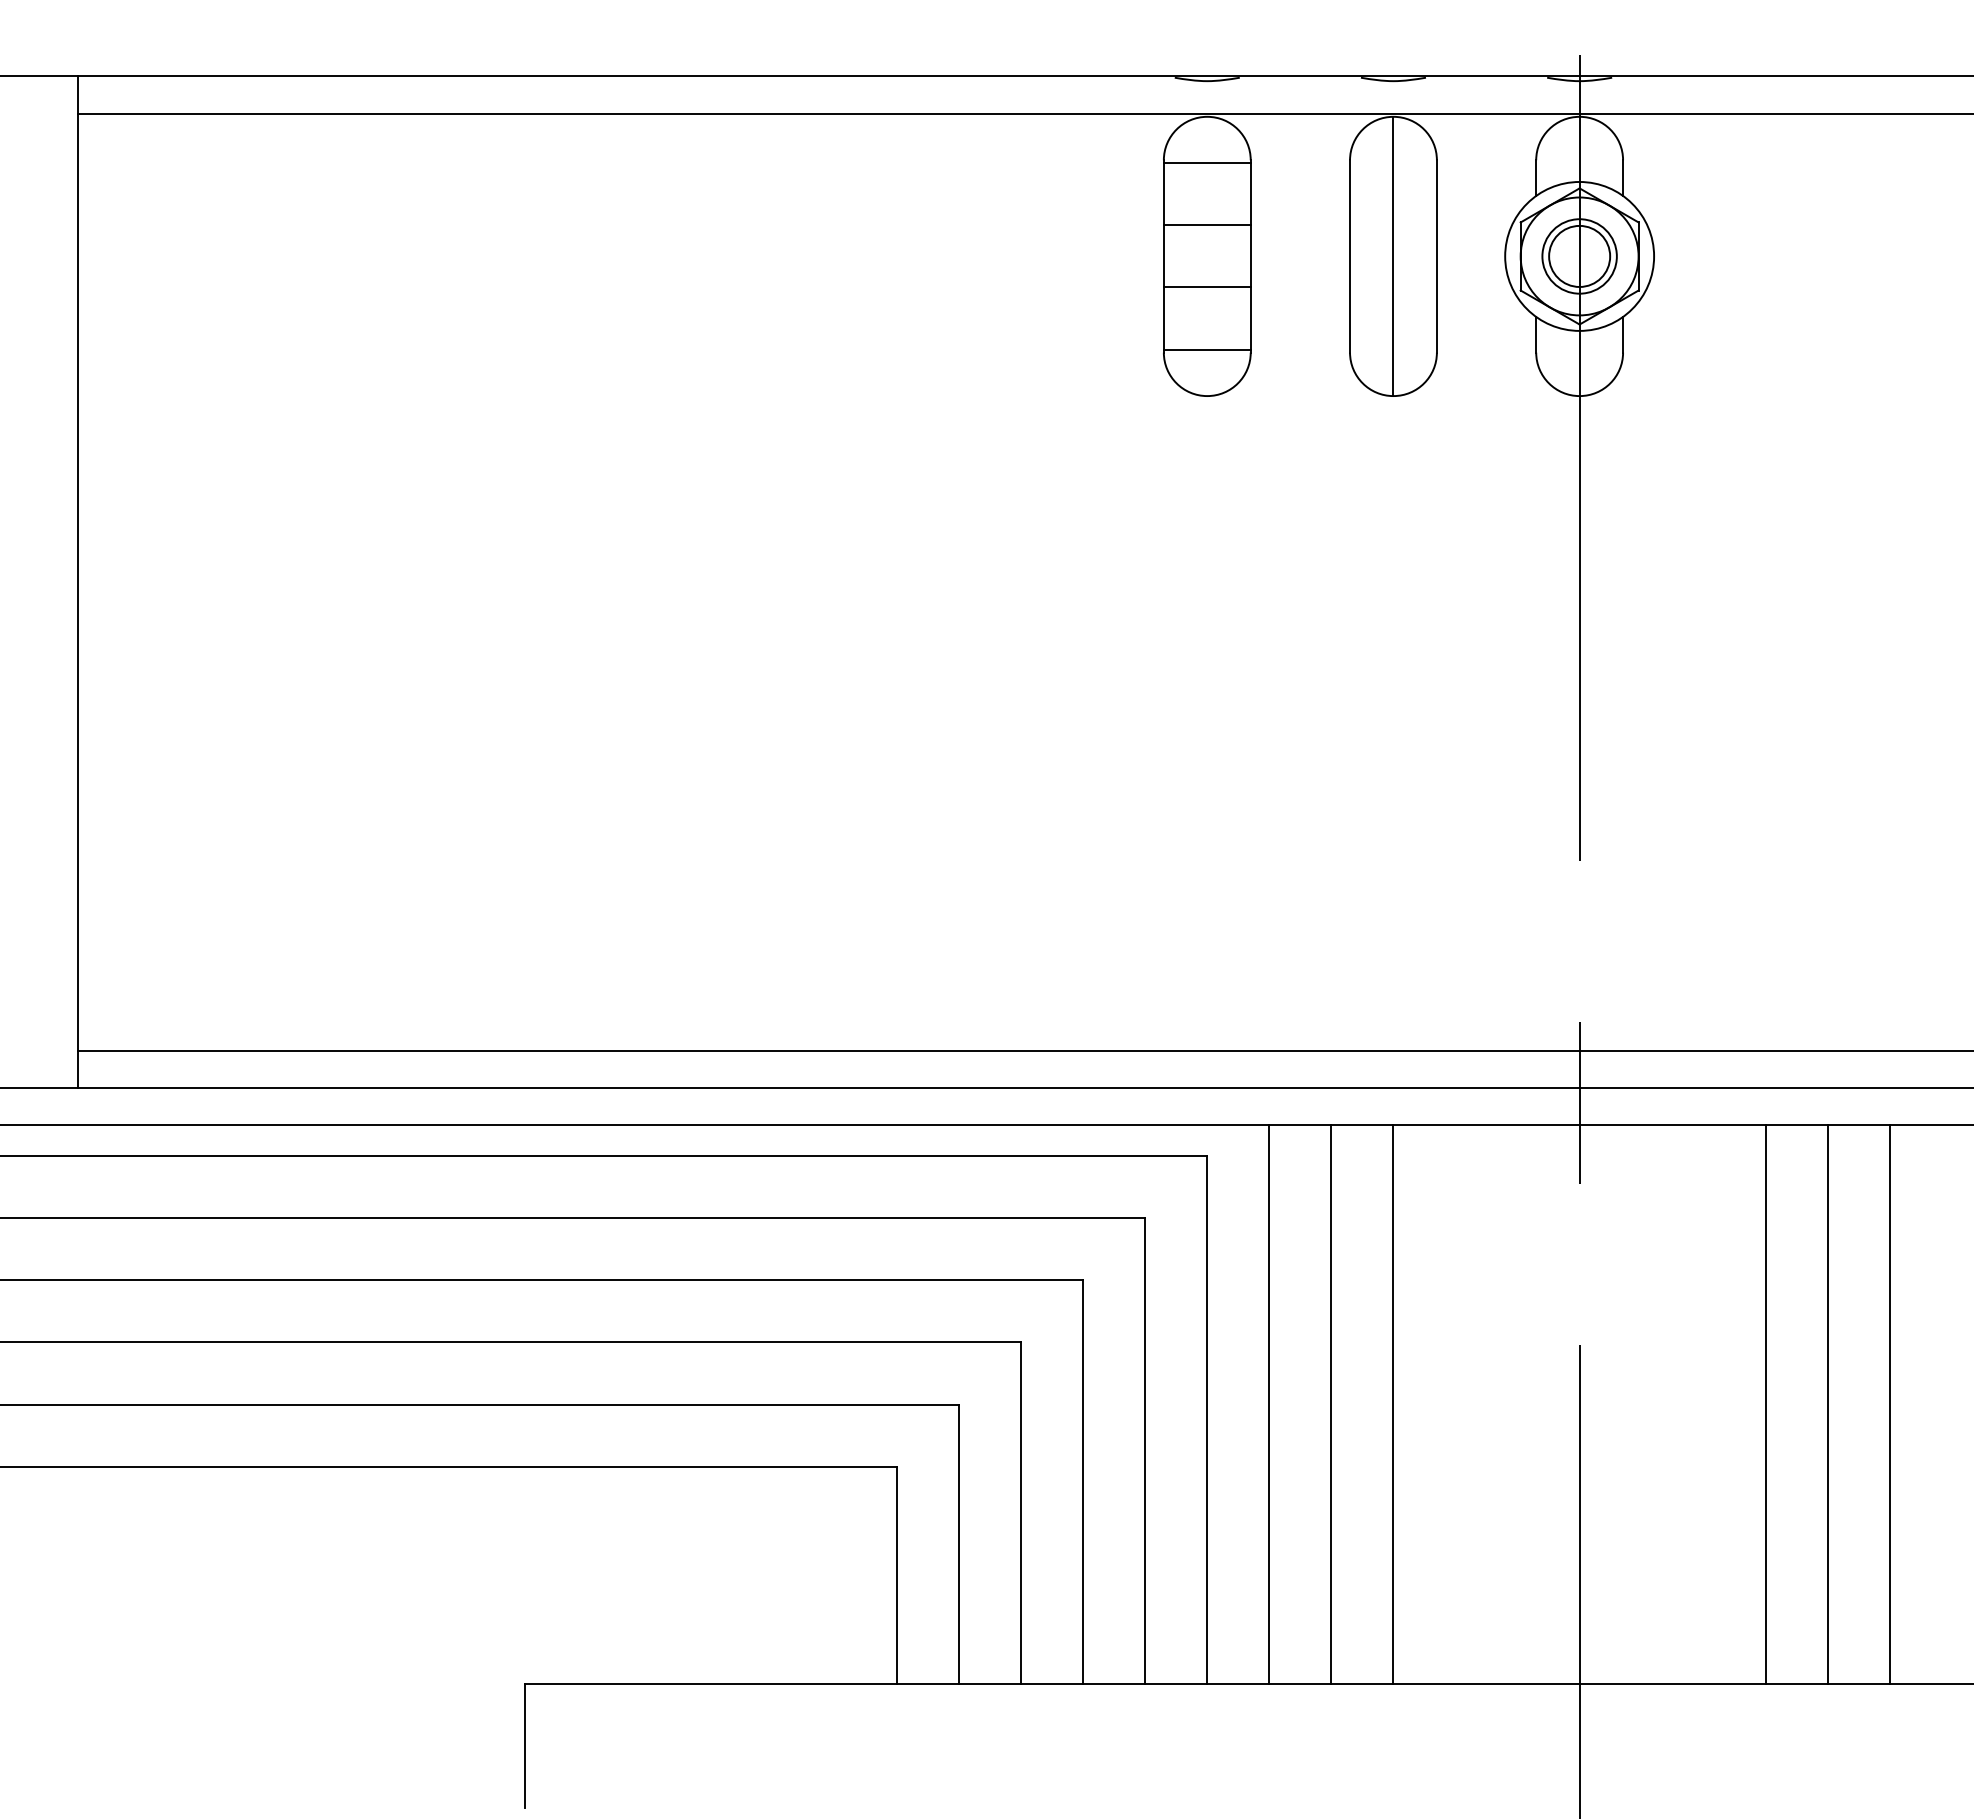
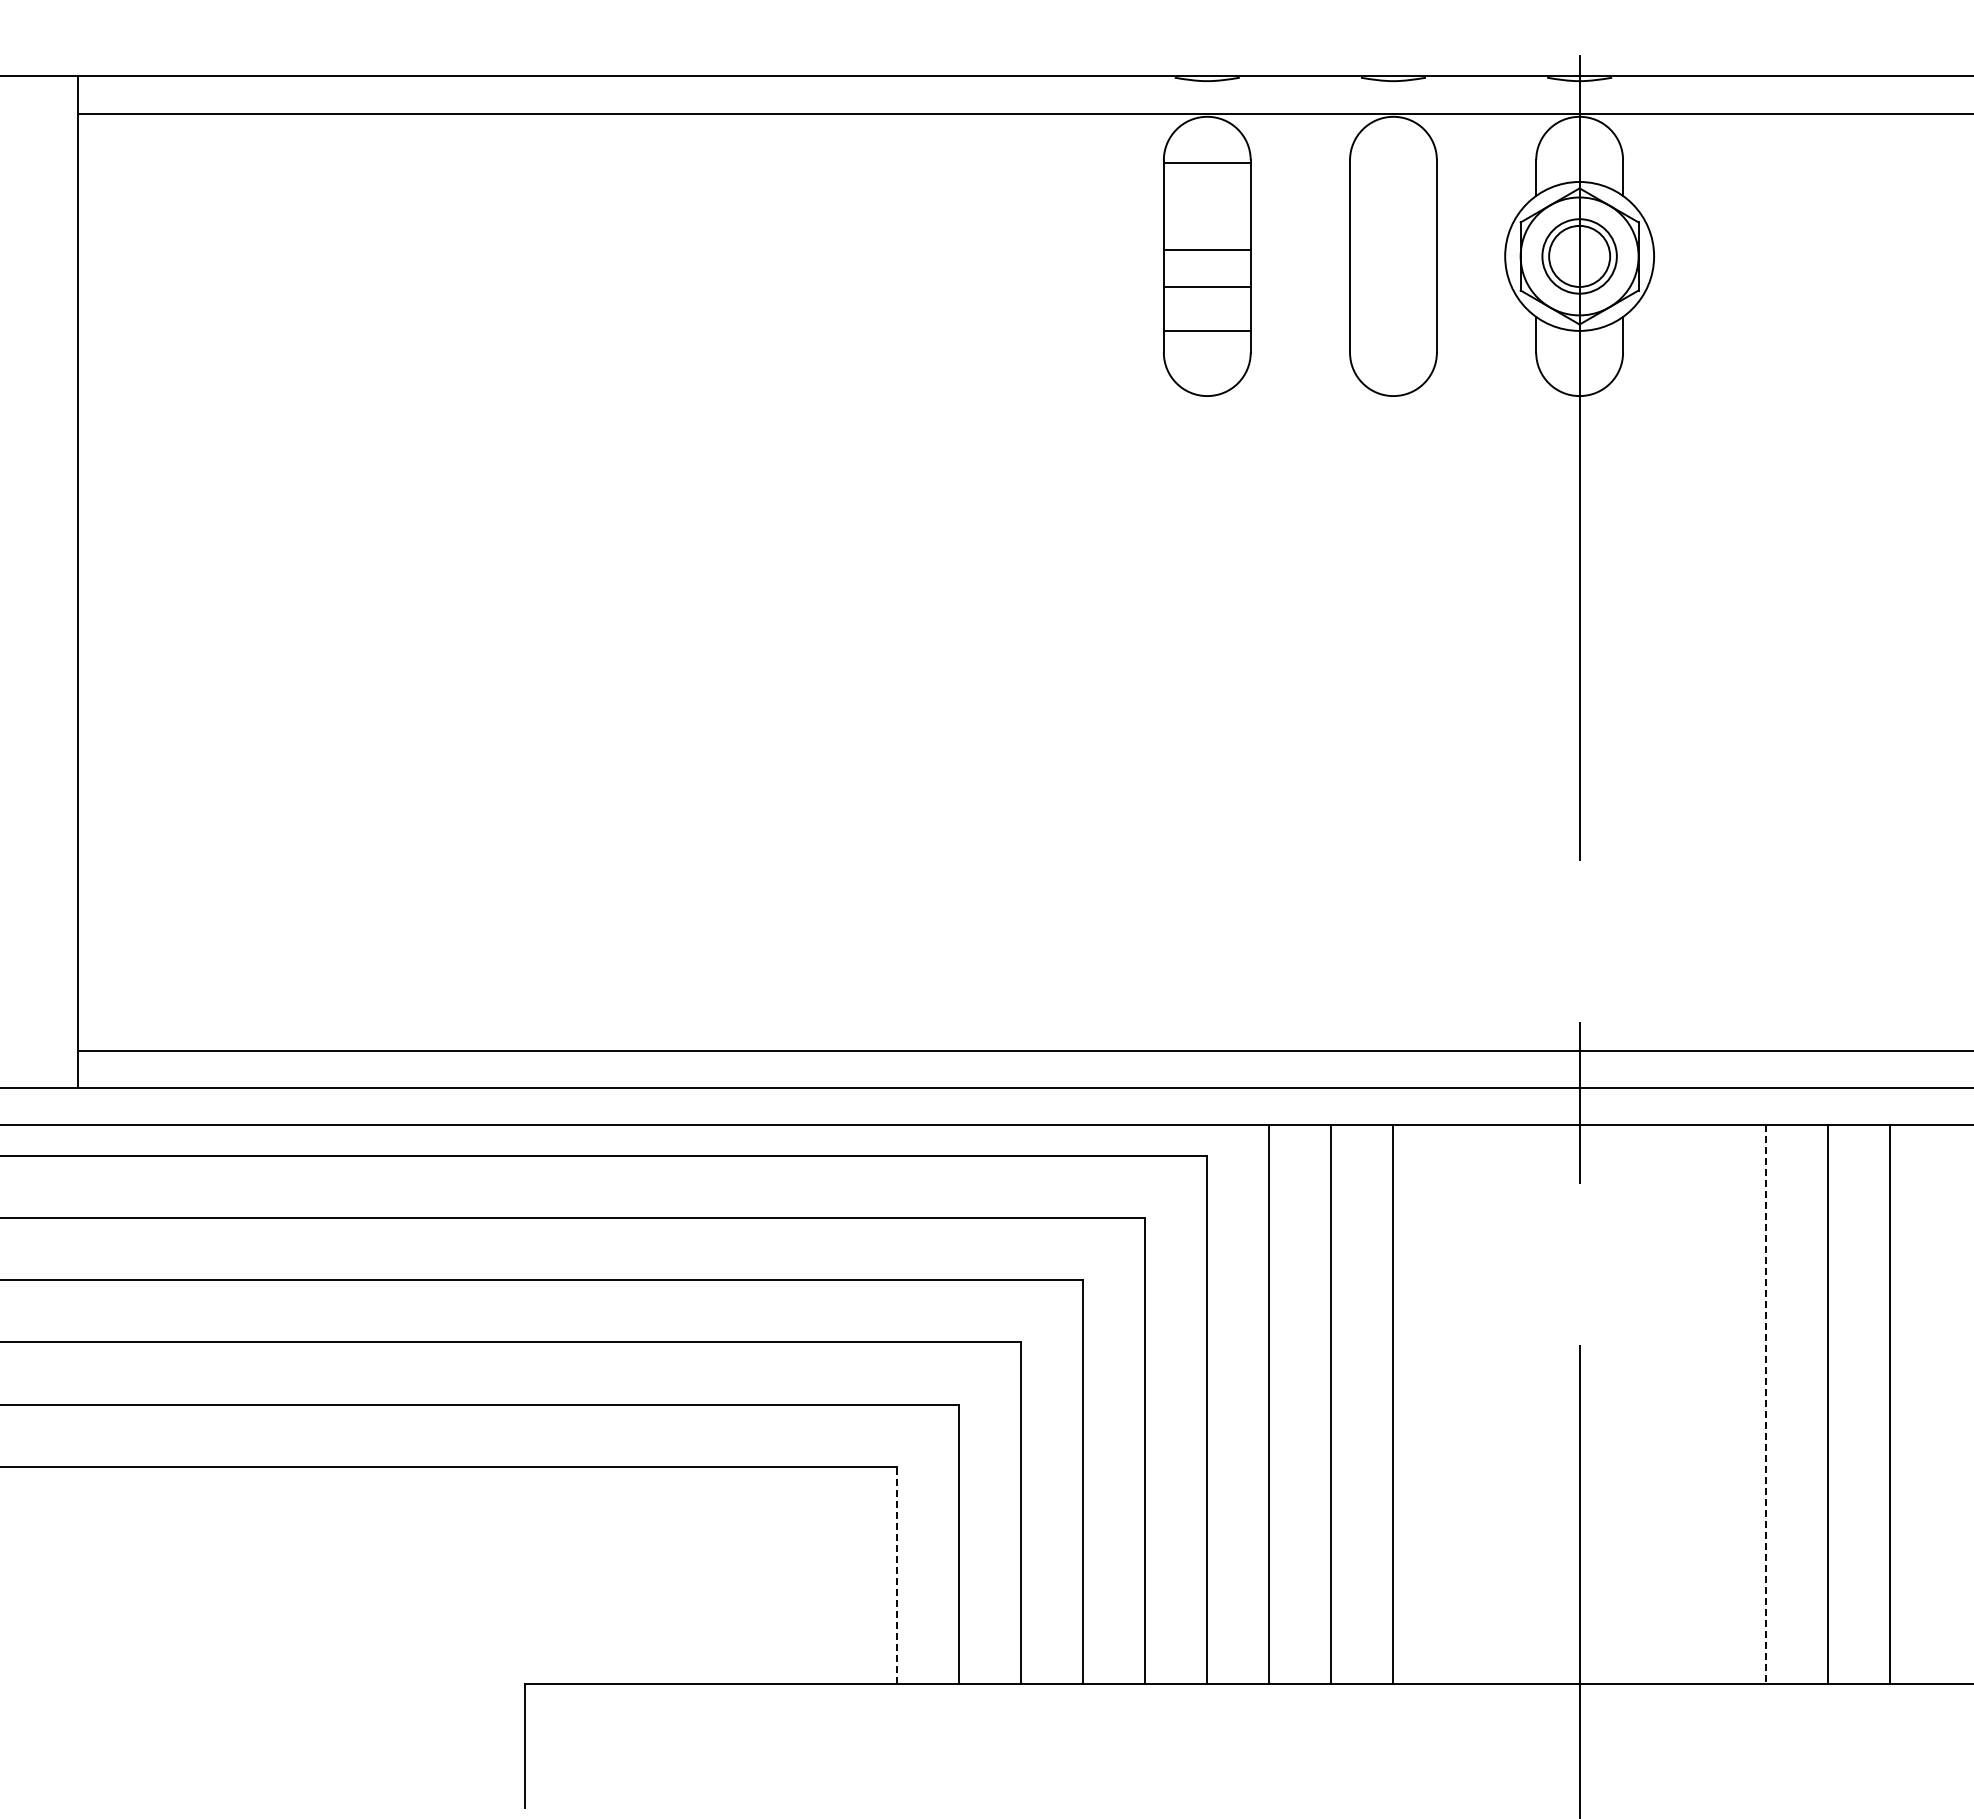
line at (1206, 225) position: (1206, 225) -> (1206, 250)
line at (1393, 256): present -> none
line at (1206, 349) position: (1206, 349) -> (1206, 330)
line at (1765, 1405): solid -> dashed
line at (897, 1575): solid -> dashed
